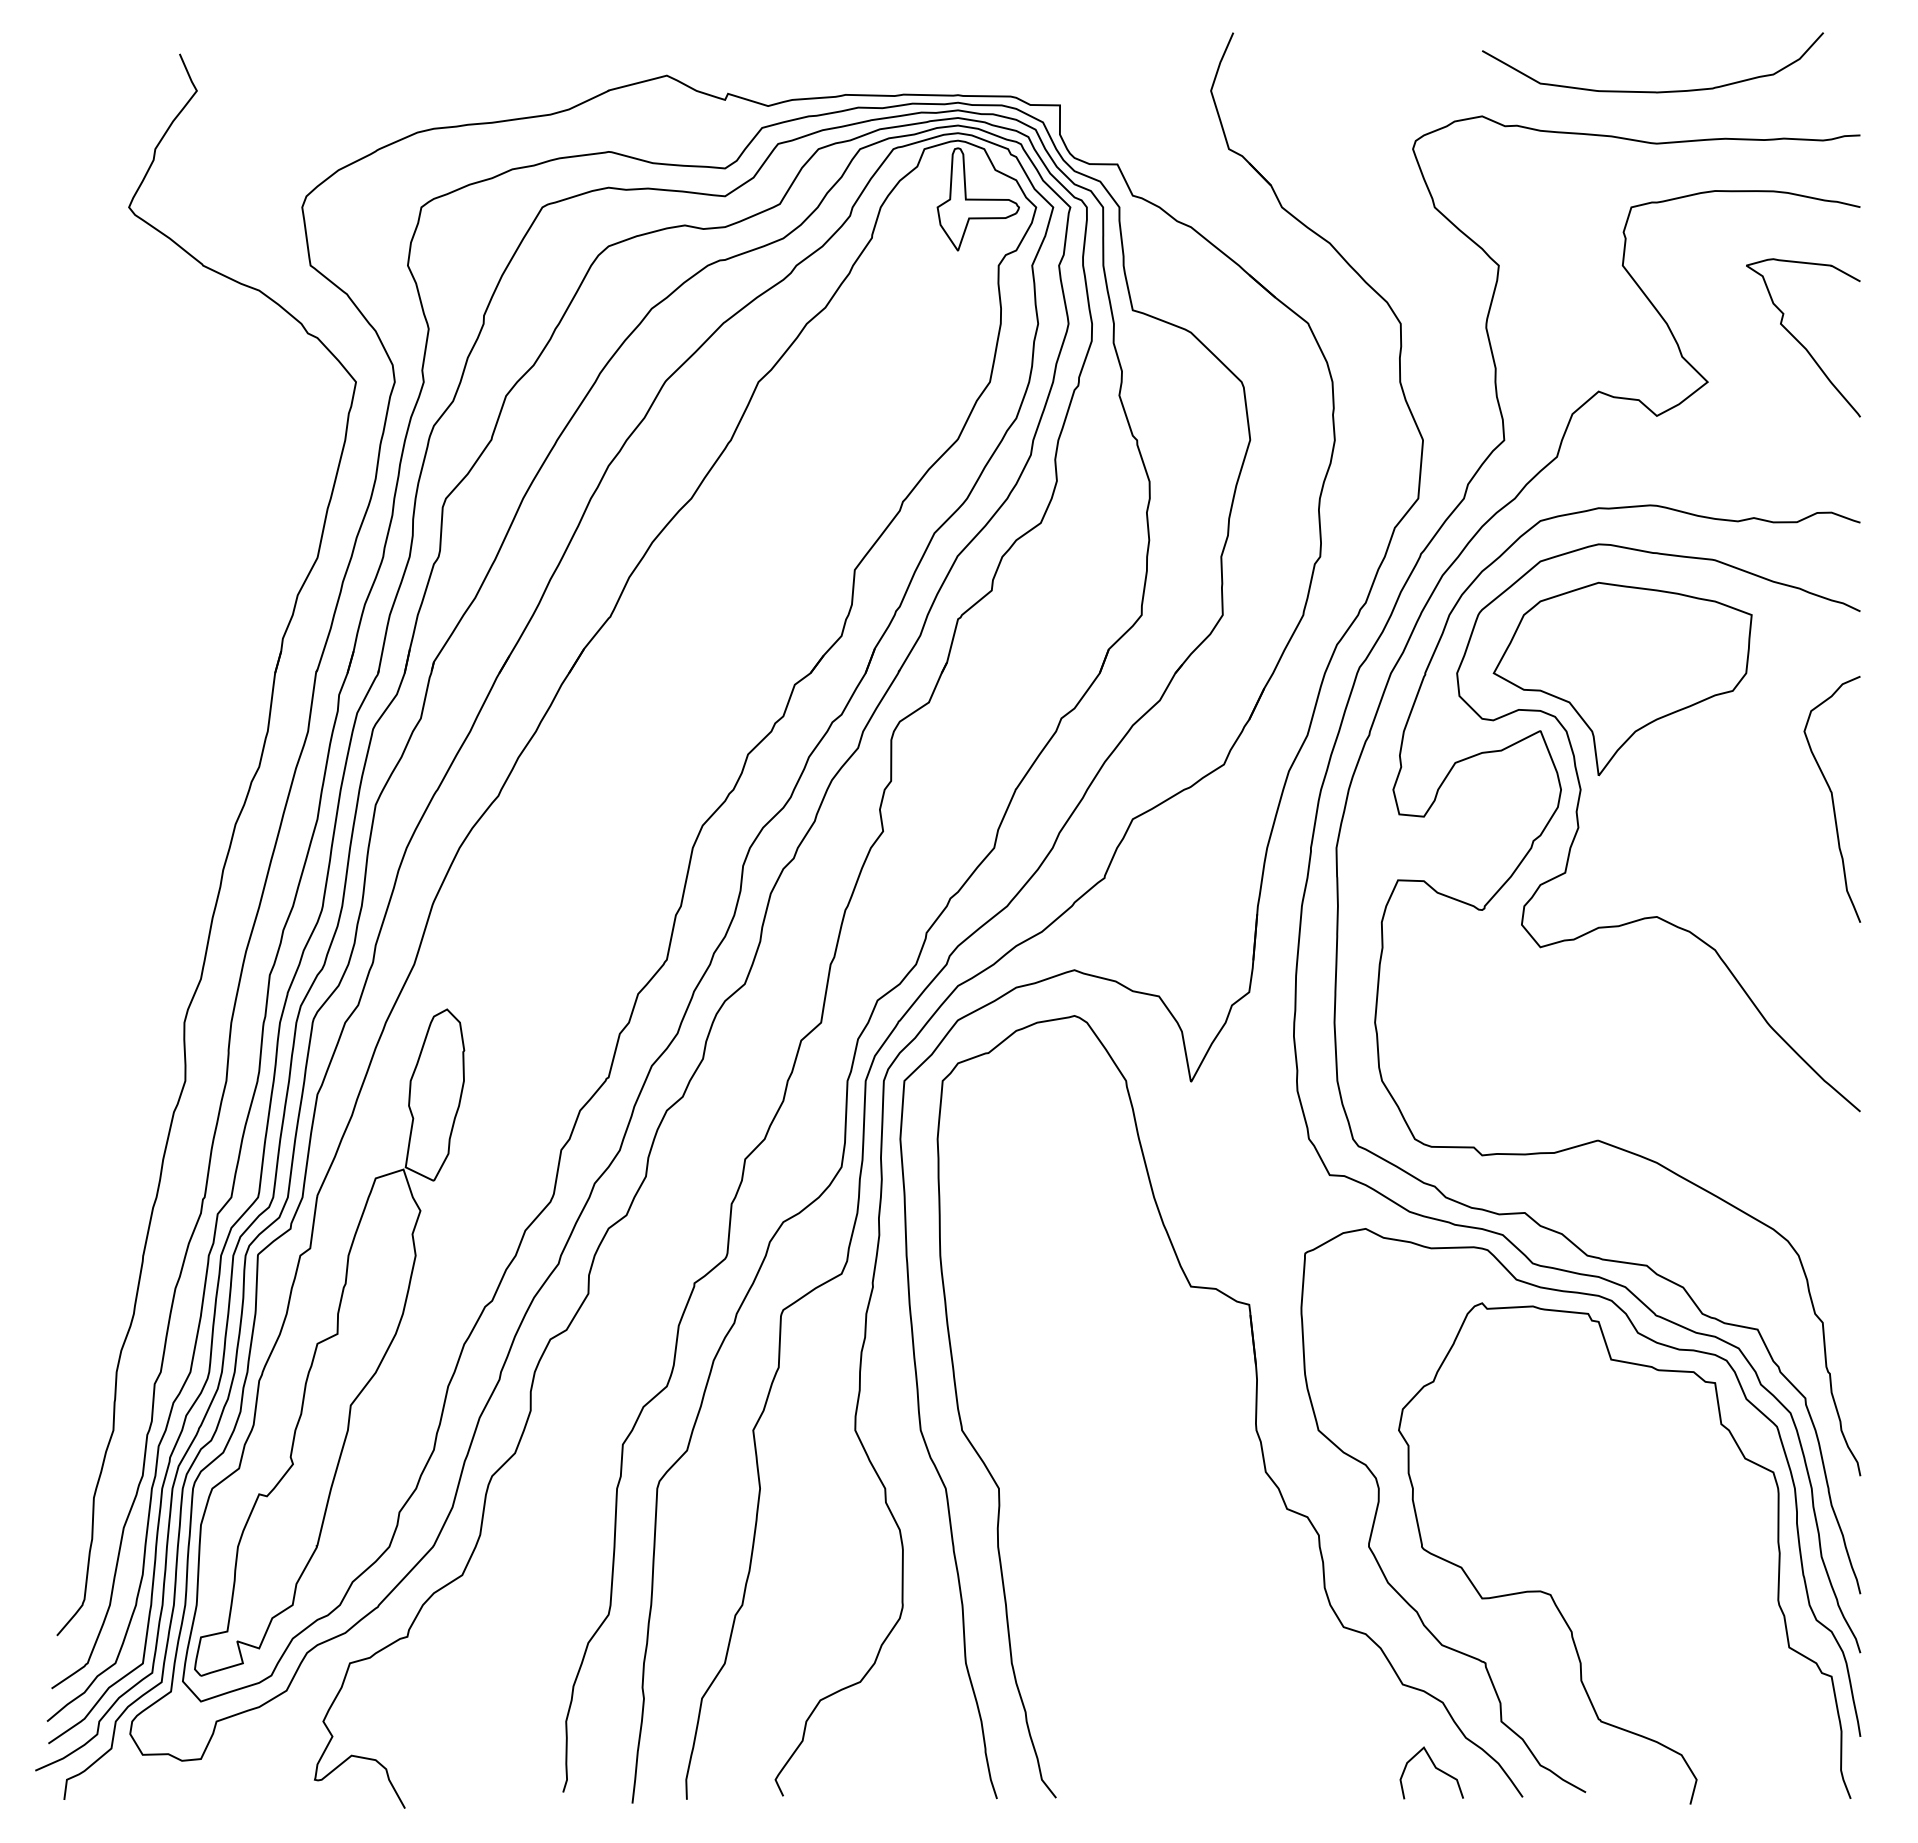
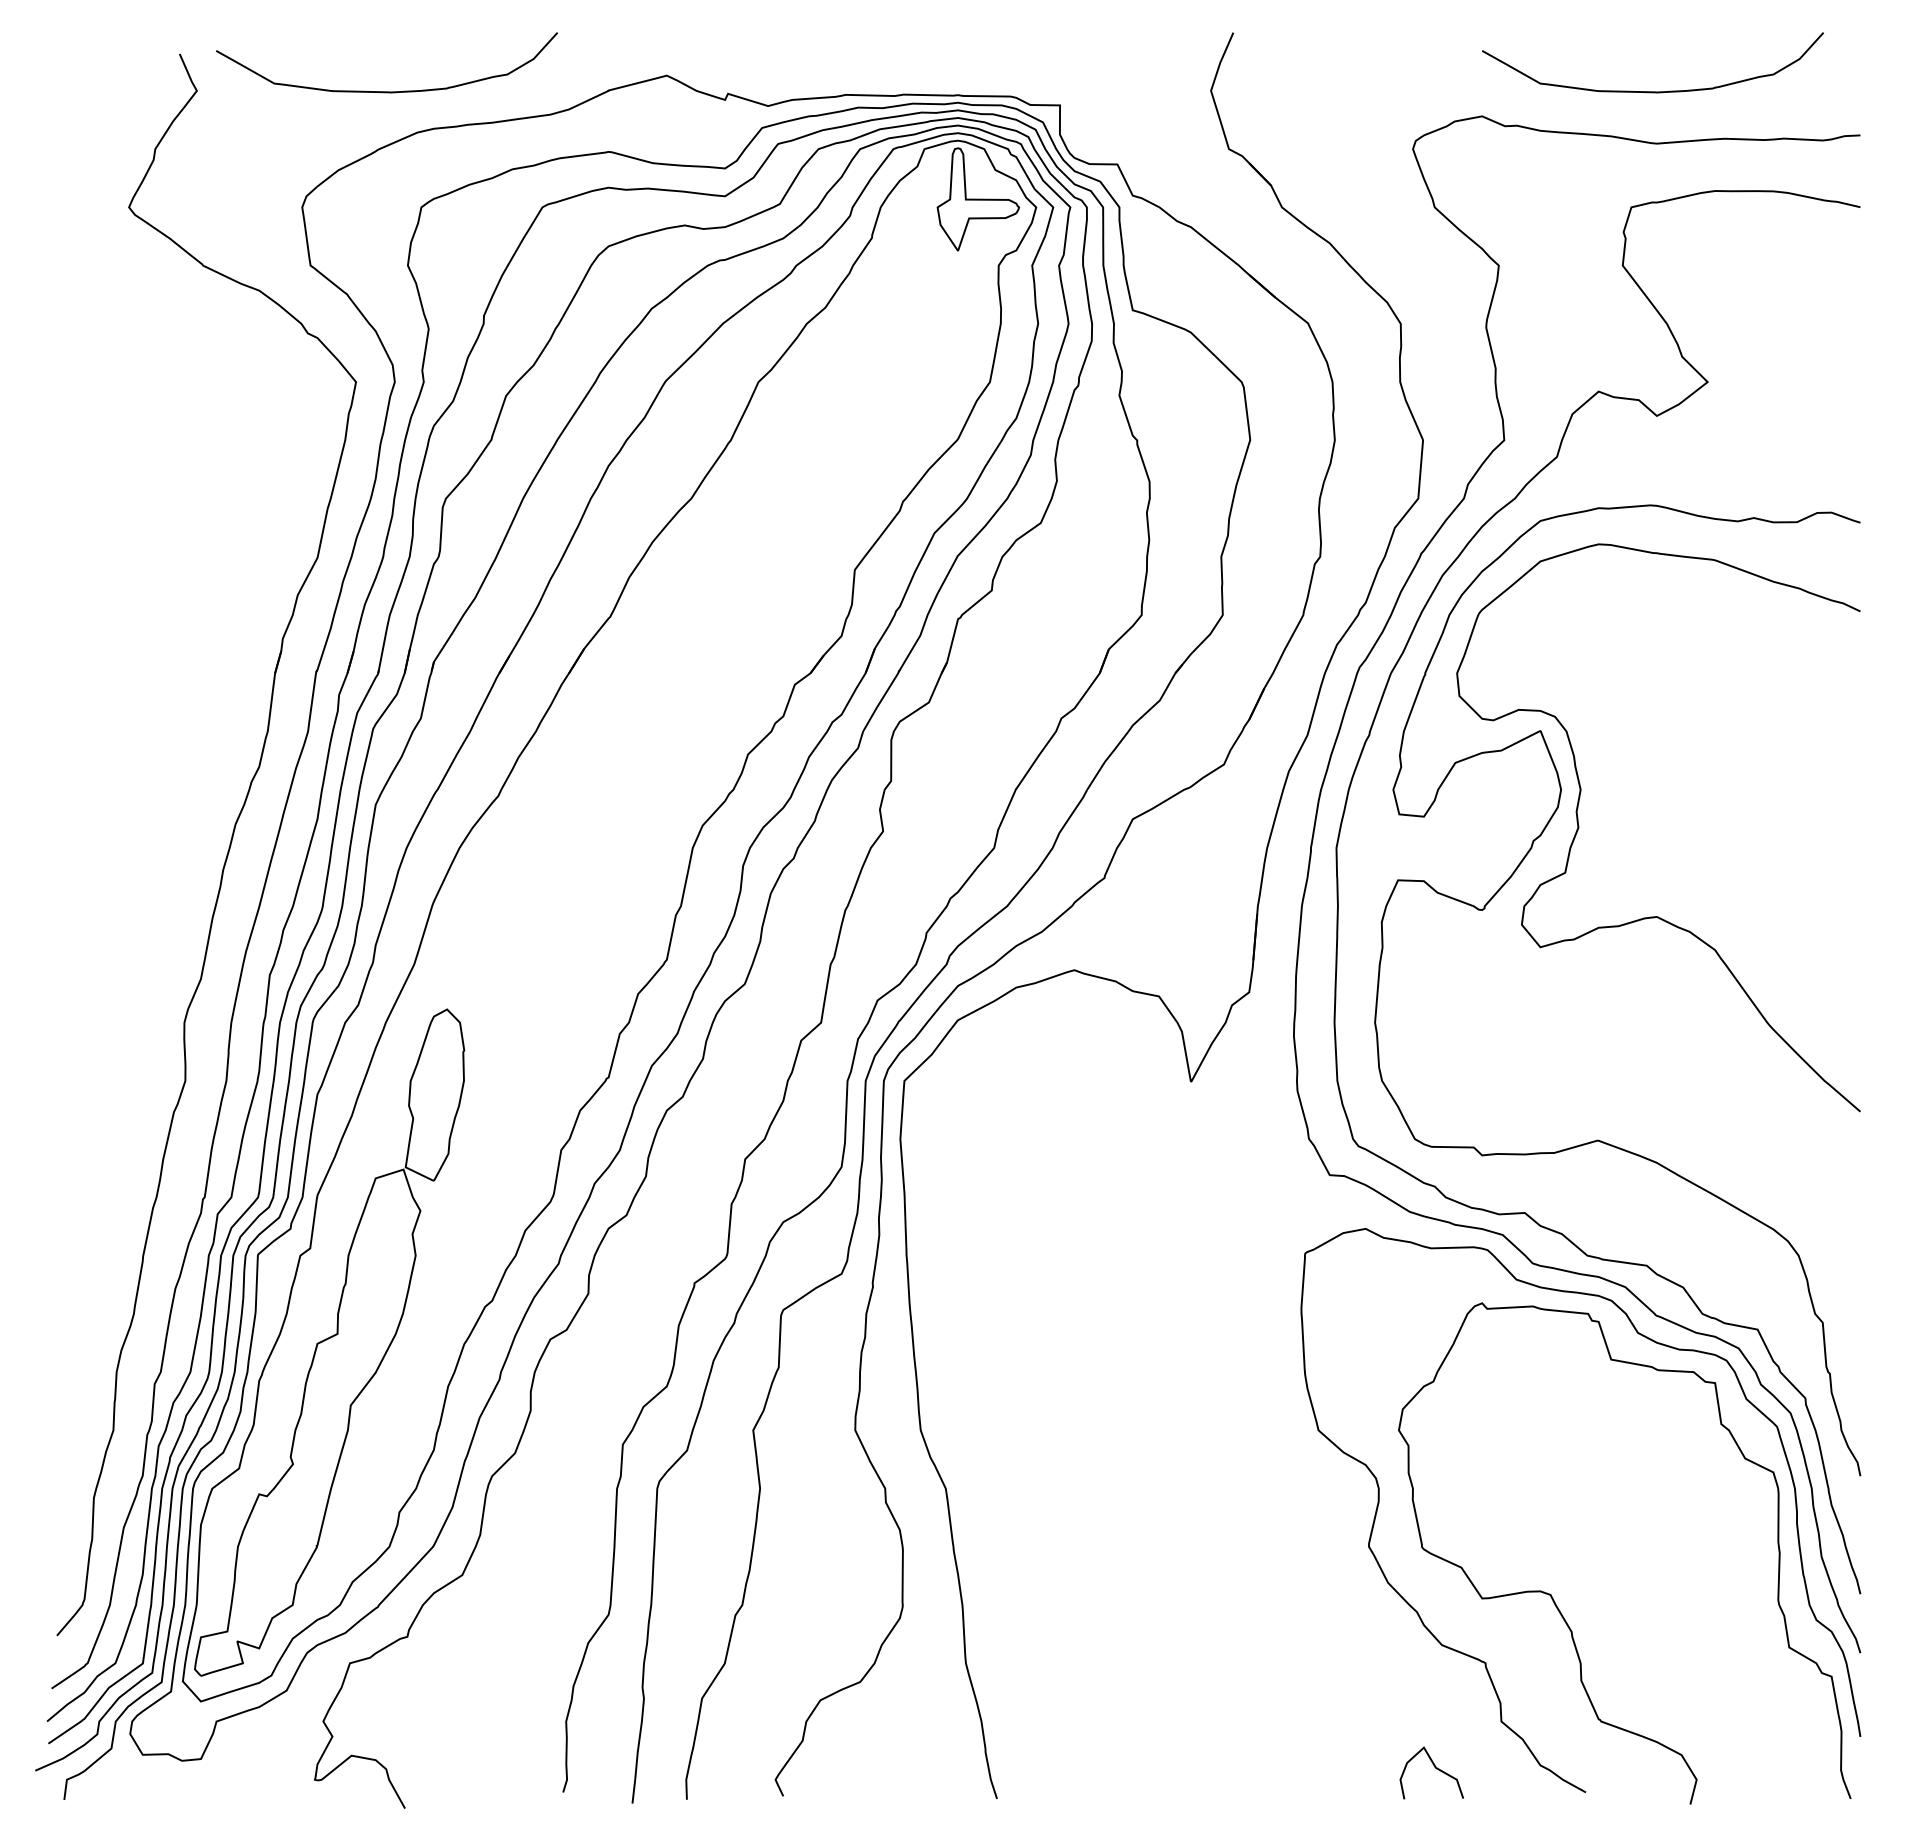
curve at (386, 91): none -> present
curve at (1799, 341): present -> none
part at (1622, 678): present -> none
curve at (1832, 799): present -> none
part at (1255, 1406): present -> none
